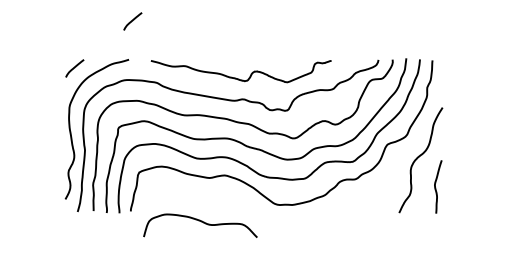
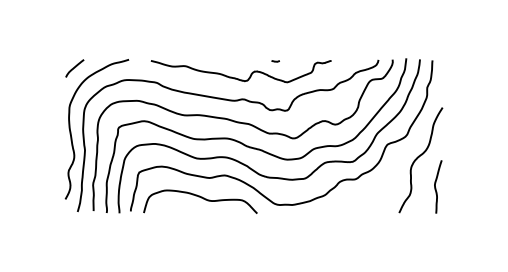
line at (132, 21): present -> none
curve at (275, 61): none -> present
curve at (201, 222) position: (201, 222) -> (201, 198)
